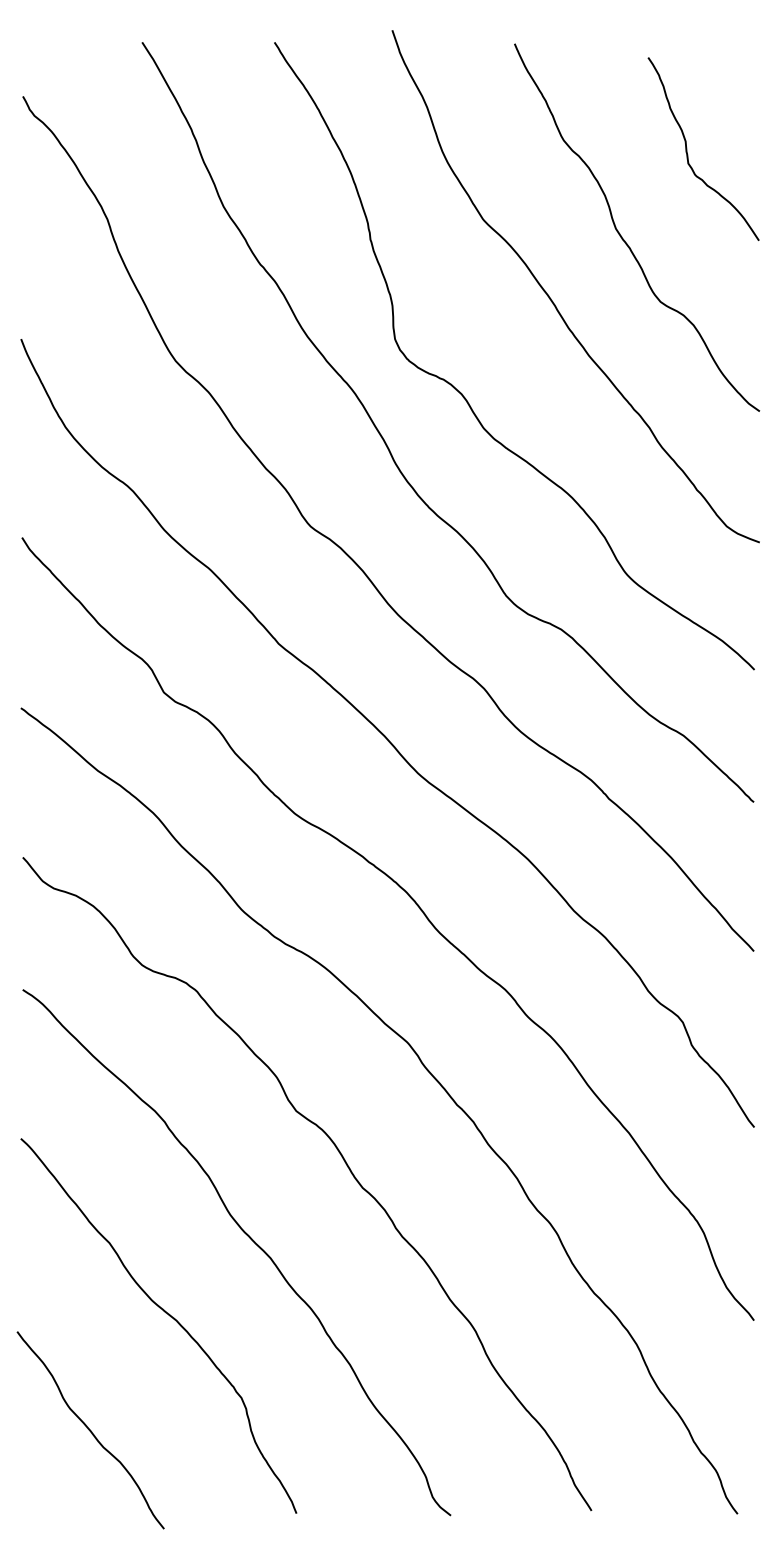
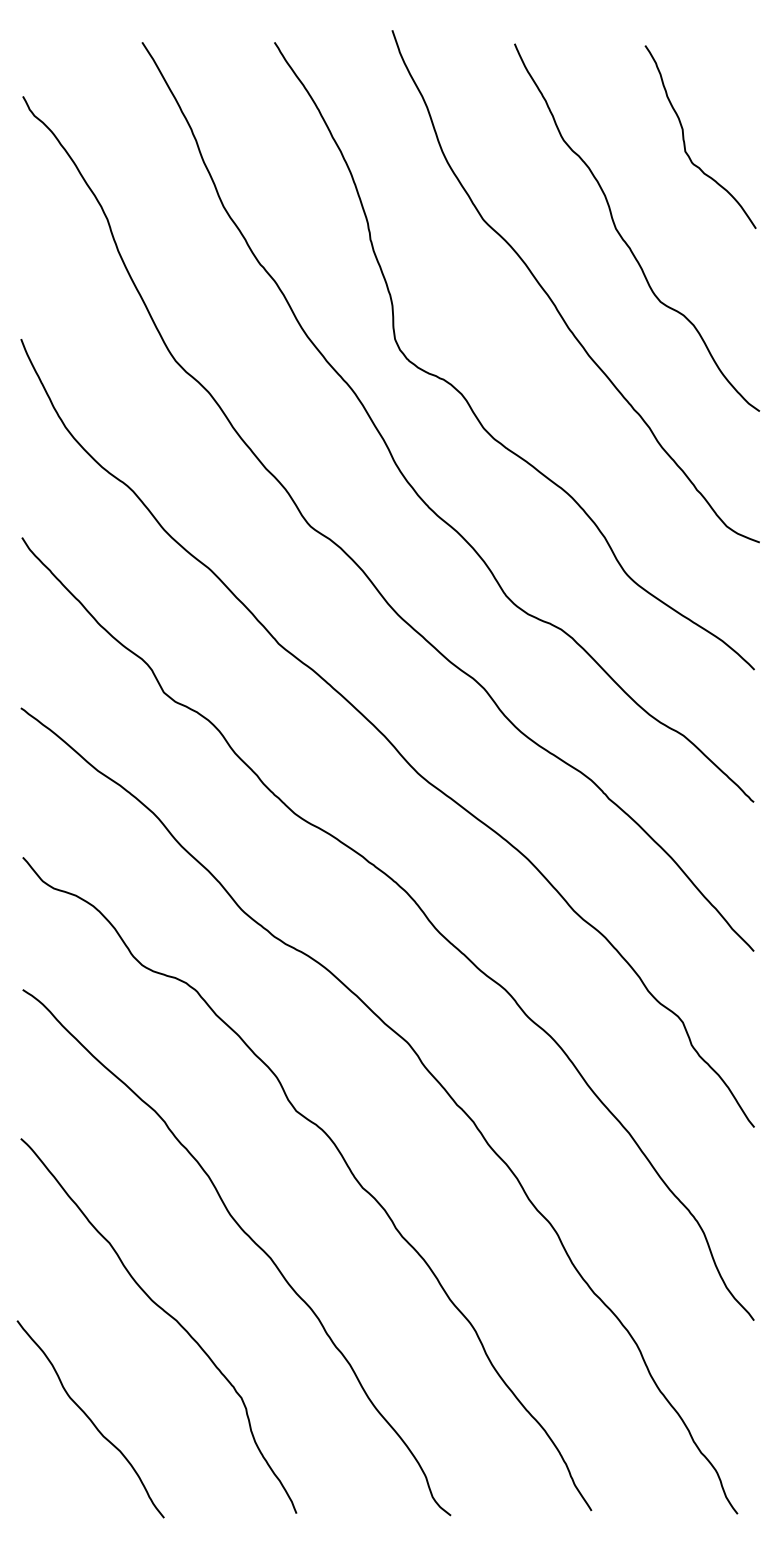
curve at (687, 148) position: (687, 148) -> (684, 136)
curve at (90, 1430) position: (90, 1430) -> (90, 1419)
